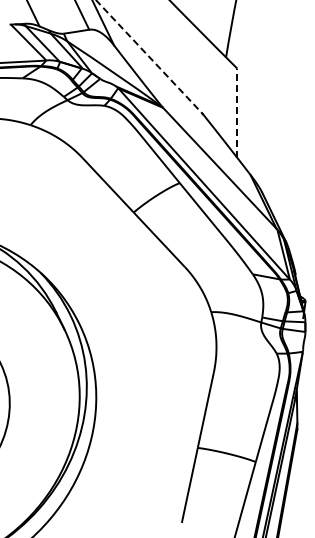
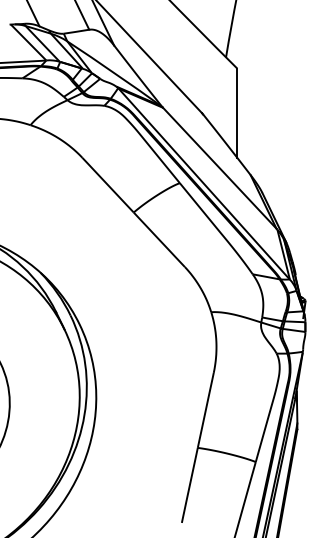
line at (149, 56): dashed -> solid
line at (237, 113): dashed -> solid
